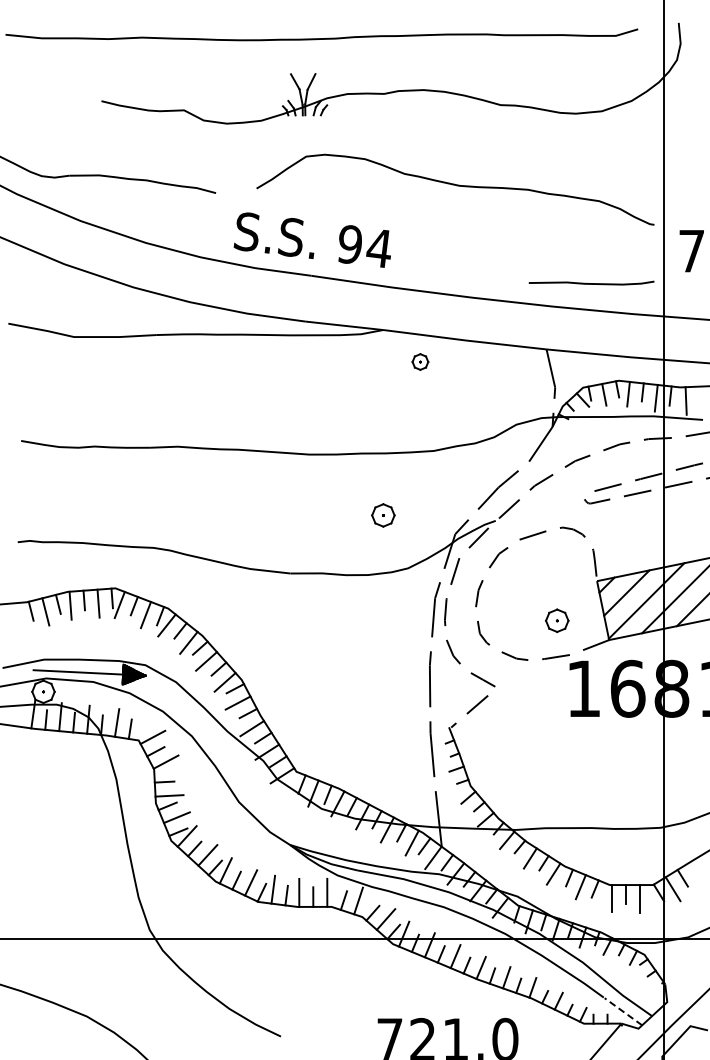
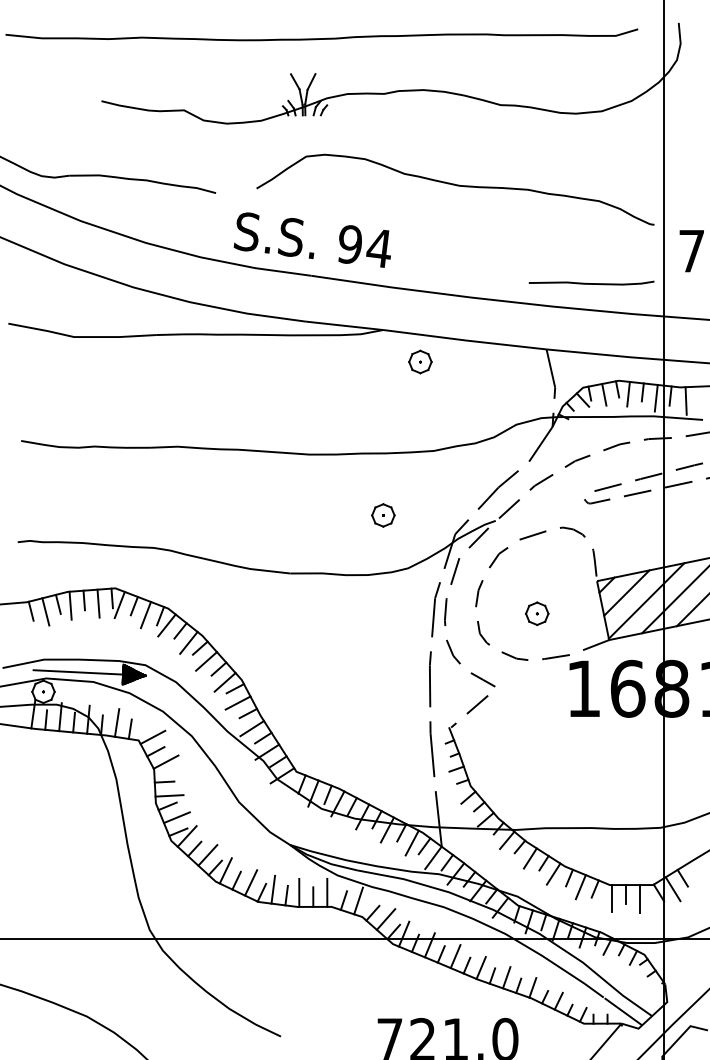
part at (420, 361) size: 19x18 px -> 25x26 px
part at (557, 620) position: (557, 620) -> (537, 613)
line at (623, 1011): dashed -> solid
